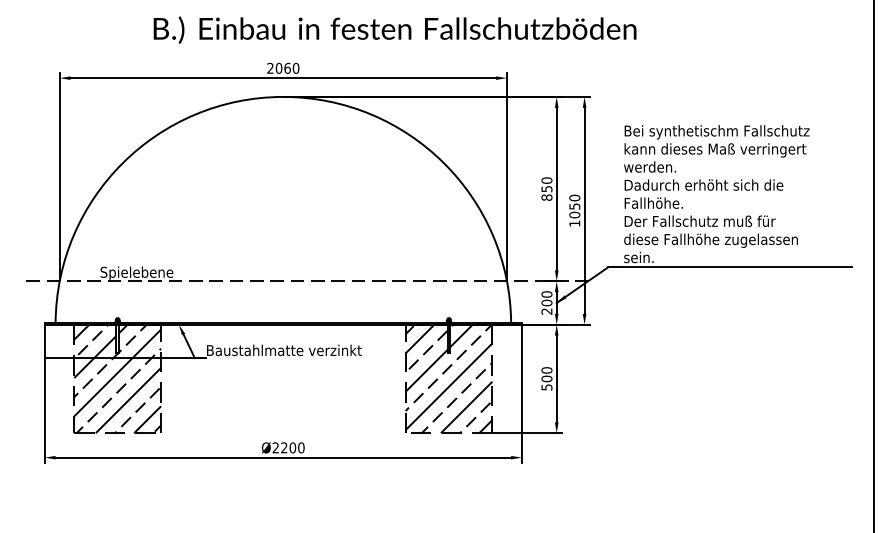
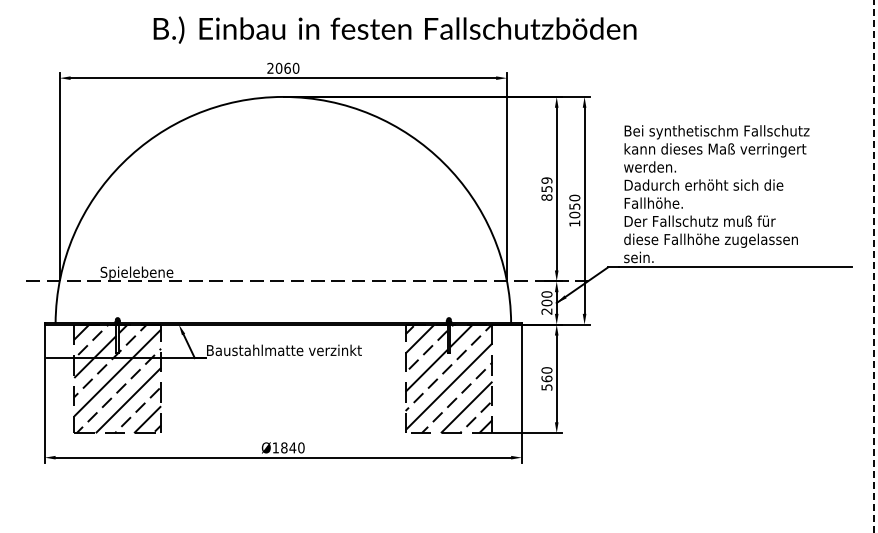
text at (546, 180): 850 -> 859
line at (874, 266): solid -> dashed
text at (546, 378): 500 -> 560
text at (284, 447): Ø2200 -> Ø1840
